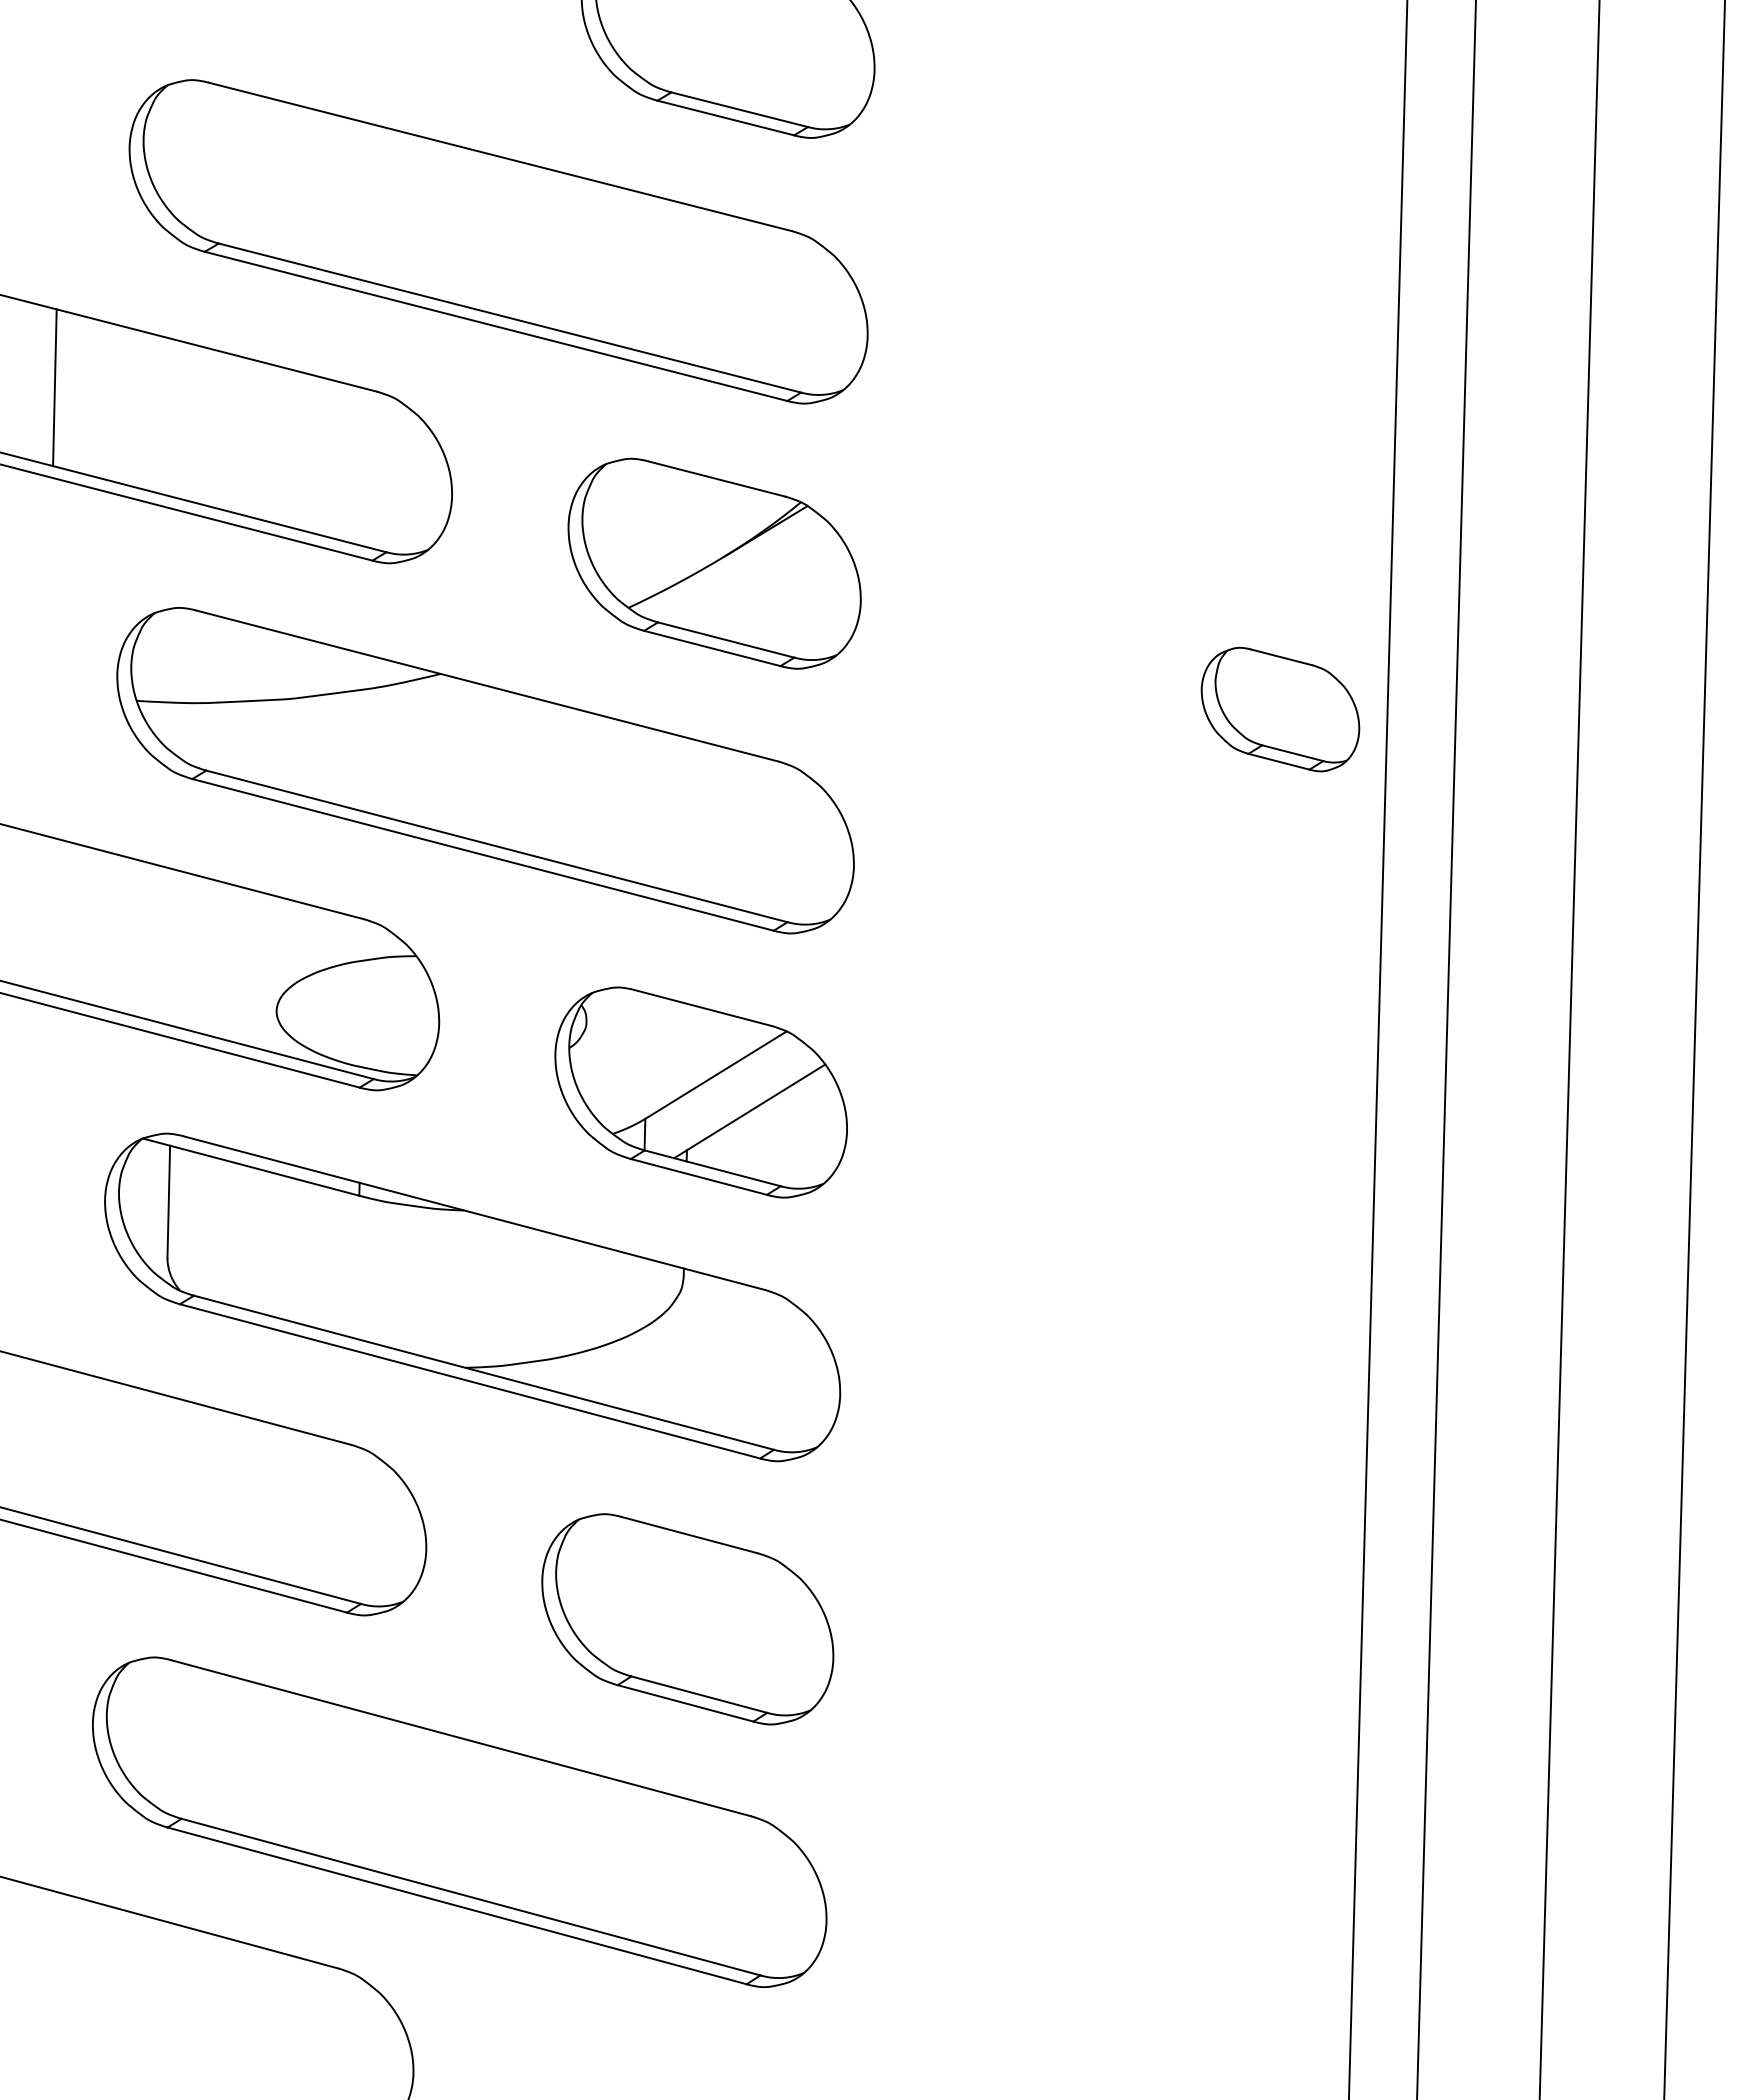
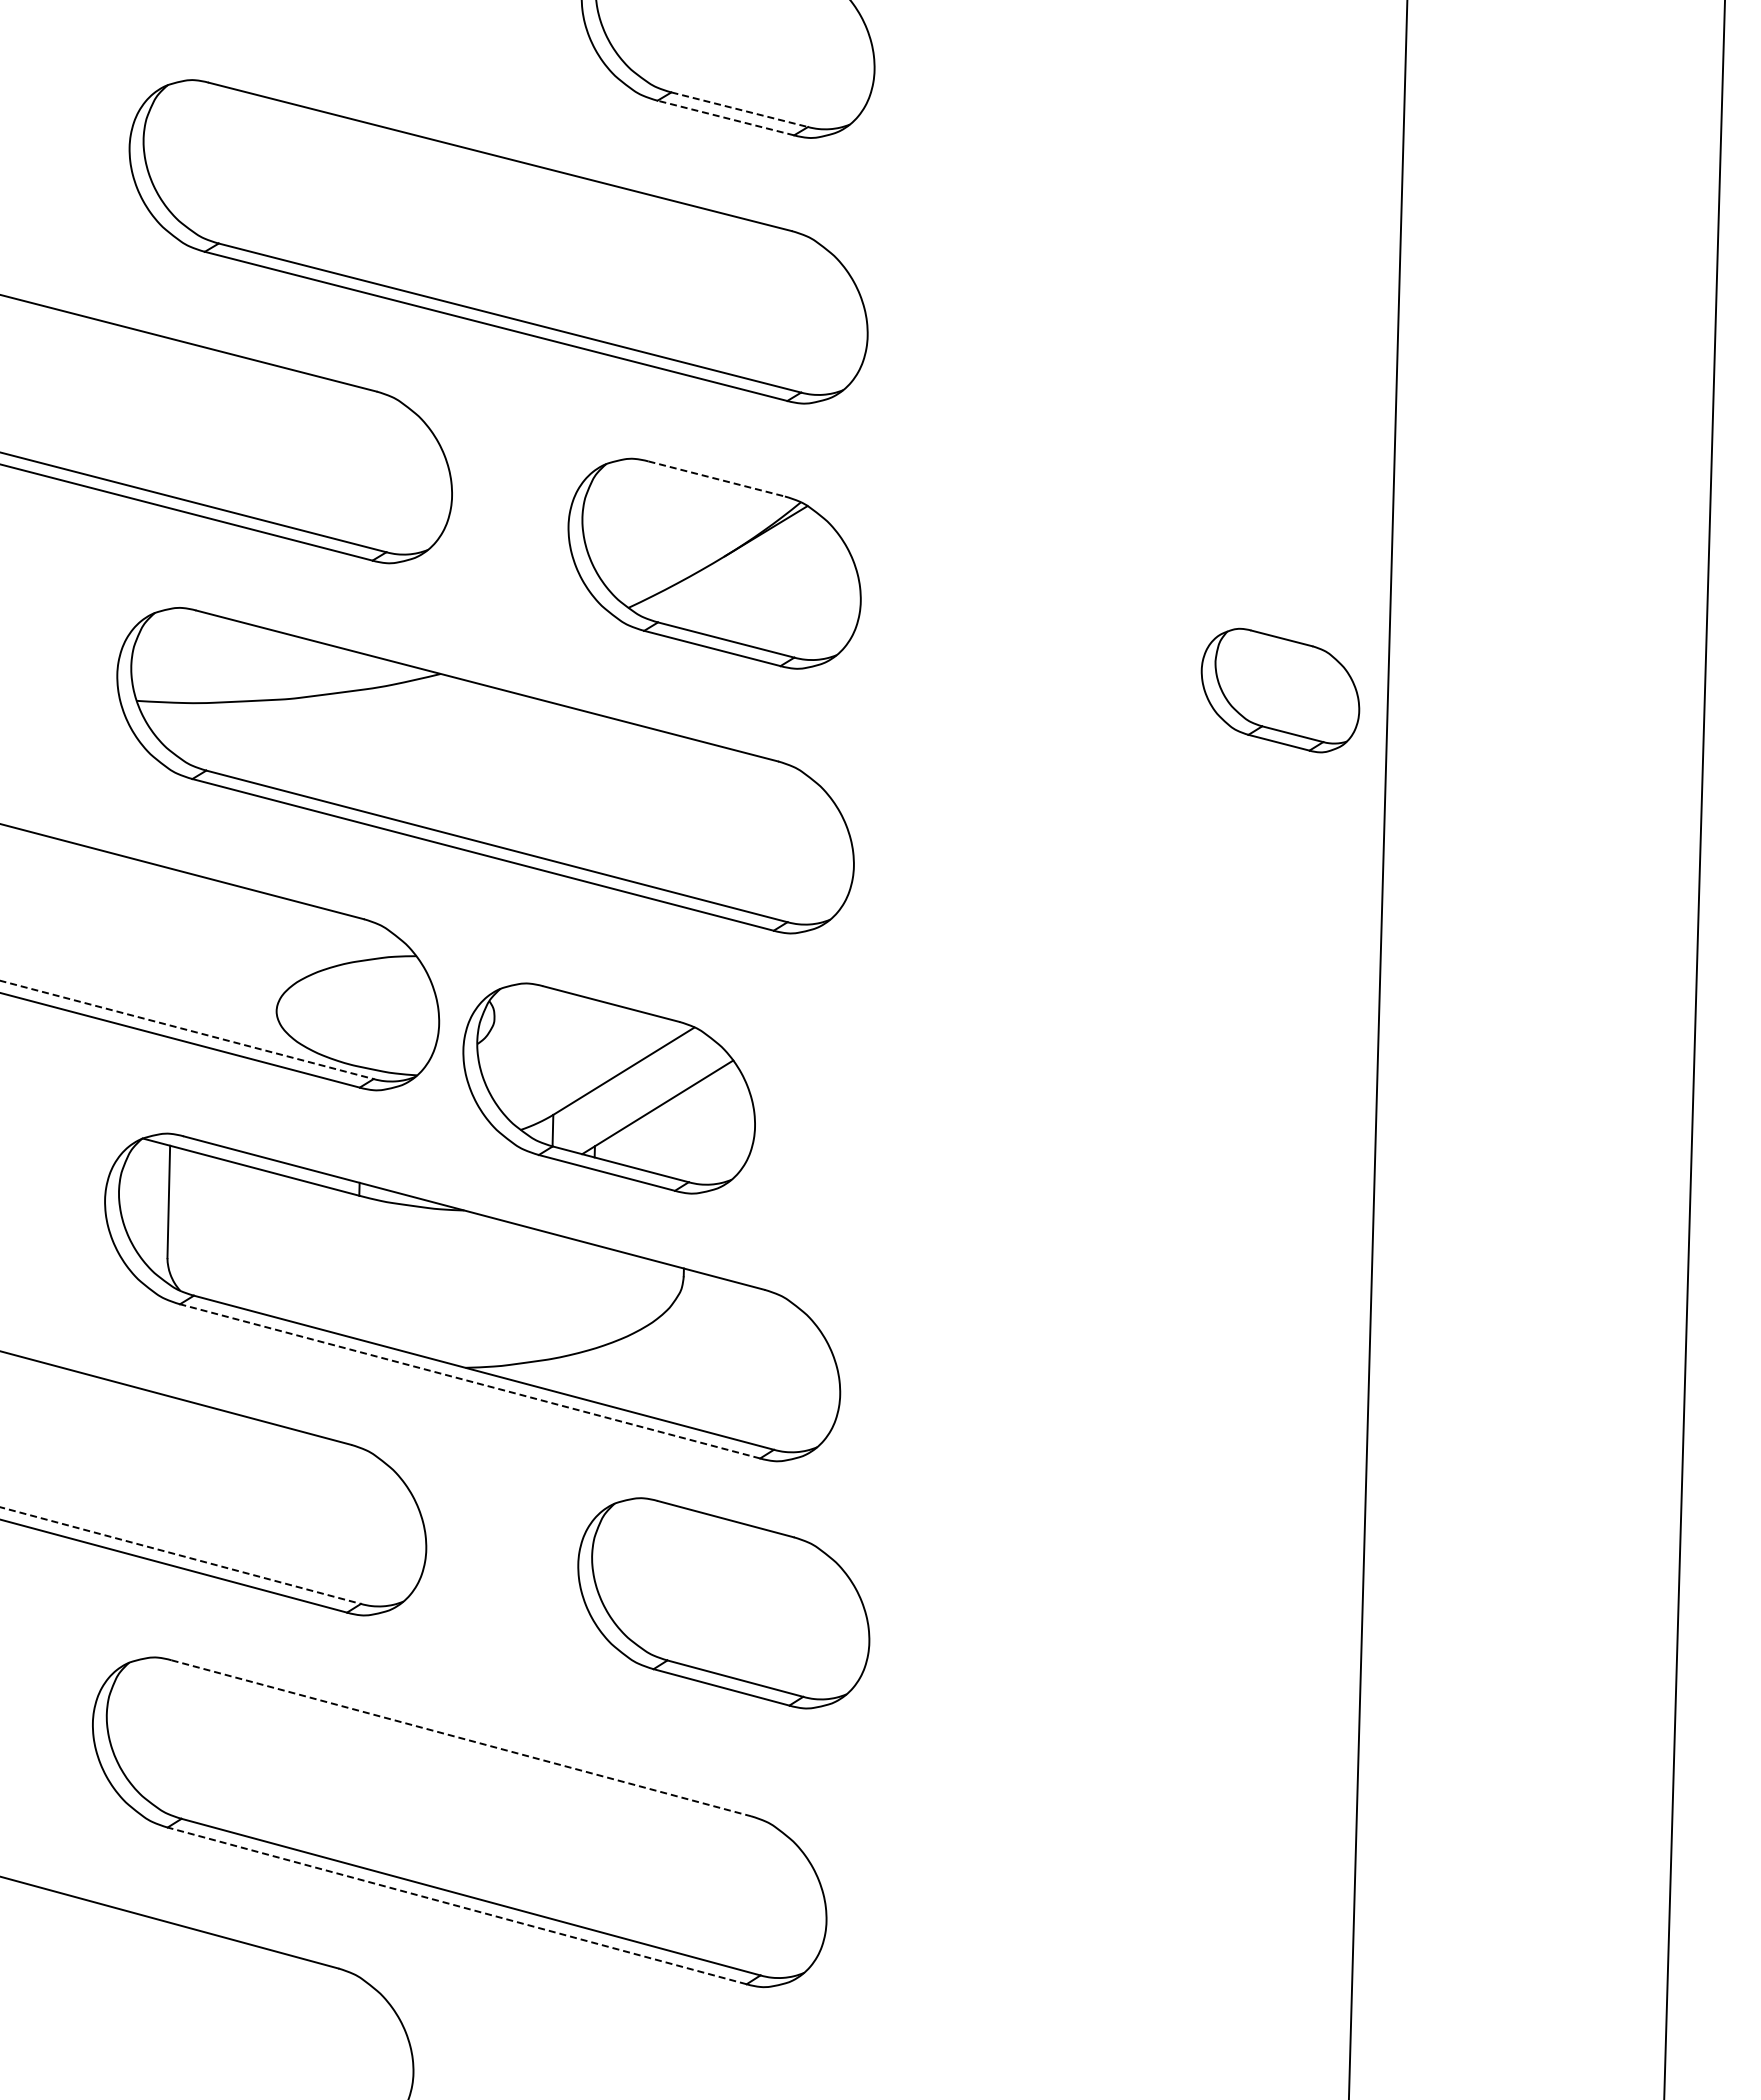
line at (740, 109): solid -> dashed
line at (725, 117): solid -> dashed
line at (54, 387): present -> none
line at (717, 479): solid -> dashed
part at (1280, 709) position: (1280, 709) -> (1280, 690)
line at (187, 1029): solid -> dashed
line at (1446, 1049): present -> none
line at (1569, 1049): present -> none
part at (700, 1092) position: (700, 1092) -> (608, 1088)
line at (469, 1381): solid -> dashed
line at (180, 1555): solid -> dashed
part at (687, 1619) position: (687, 1619) -> (723, 1603)
line at (461, 1738): solid -> dashed
line at (457, 1905): solid -> dashed
